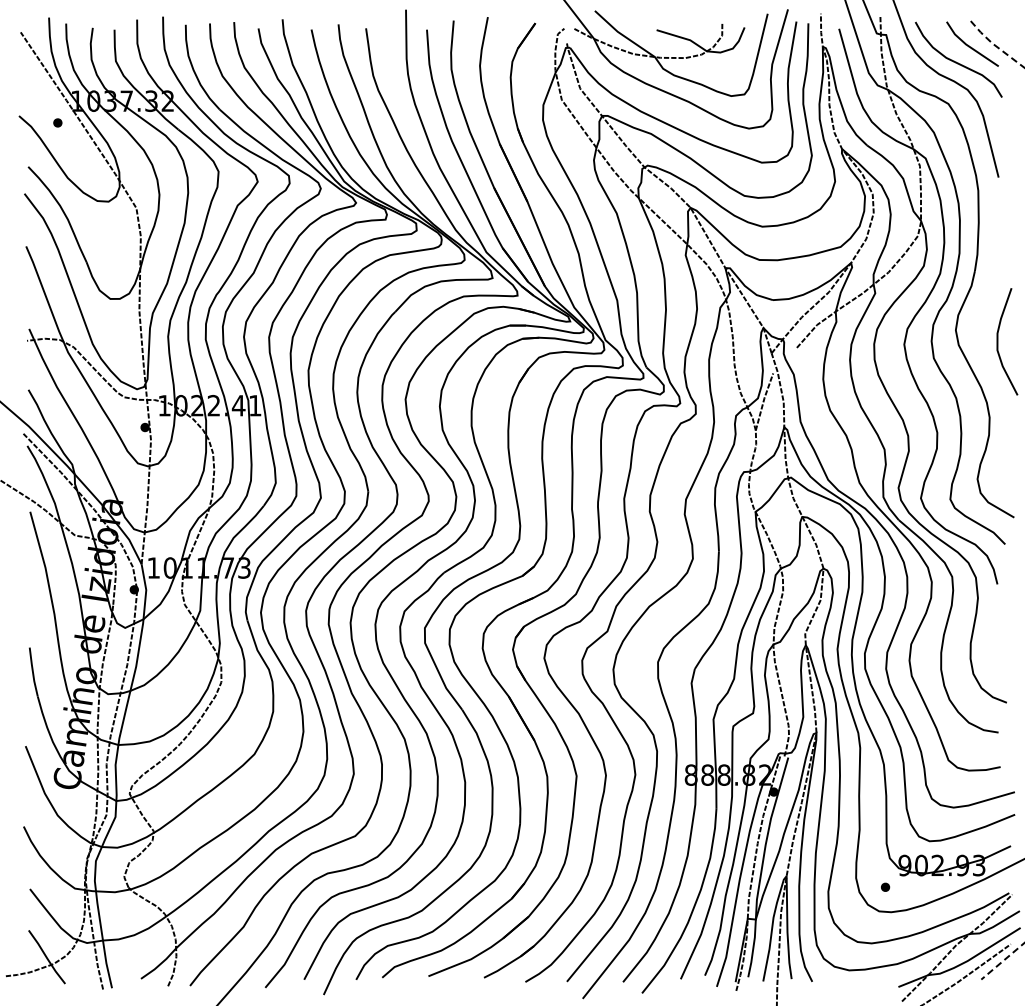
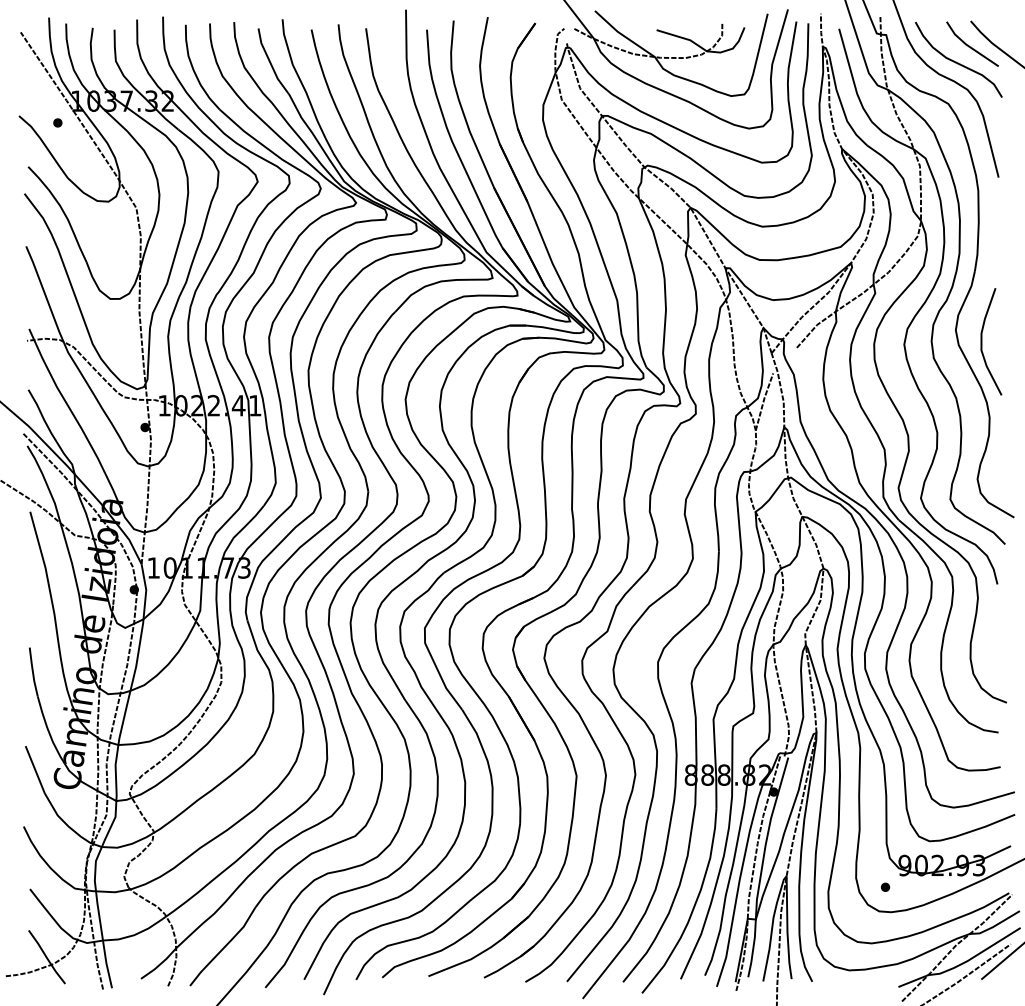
line at (995, 45): dashed -> solid
curve at (998, 341) position: (998, 341) -> (982, 341)
line at (1002, 961): dashed -> solid
